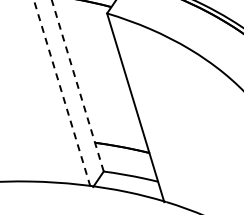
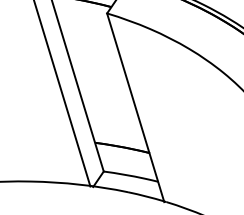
line at (77, 85): dashed -> solid
line at (62, 93): dashed -> solid
